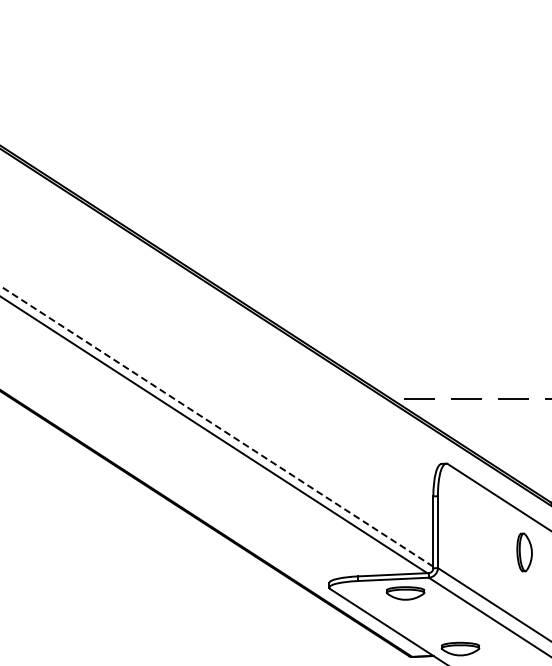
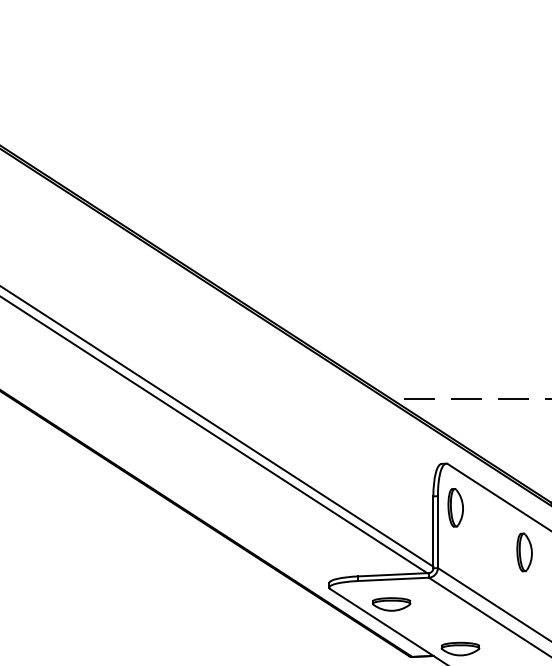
line at (216, 426): dashed -> solid
part at (455, 507): none -> present
part at (405, 593) position: (405, 593) -> (391, 604)
